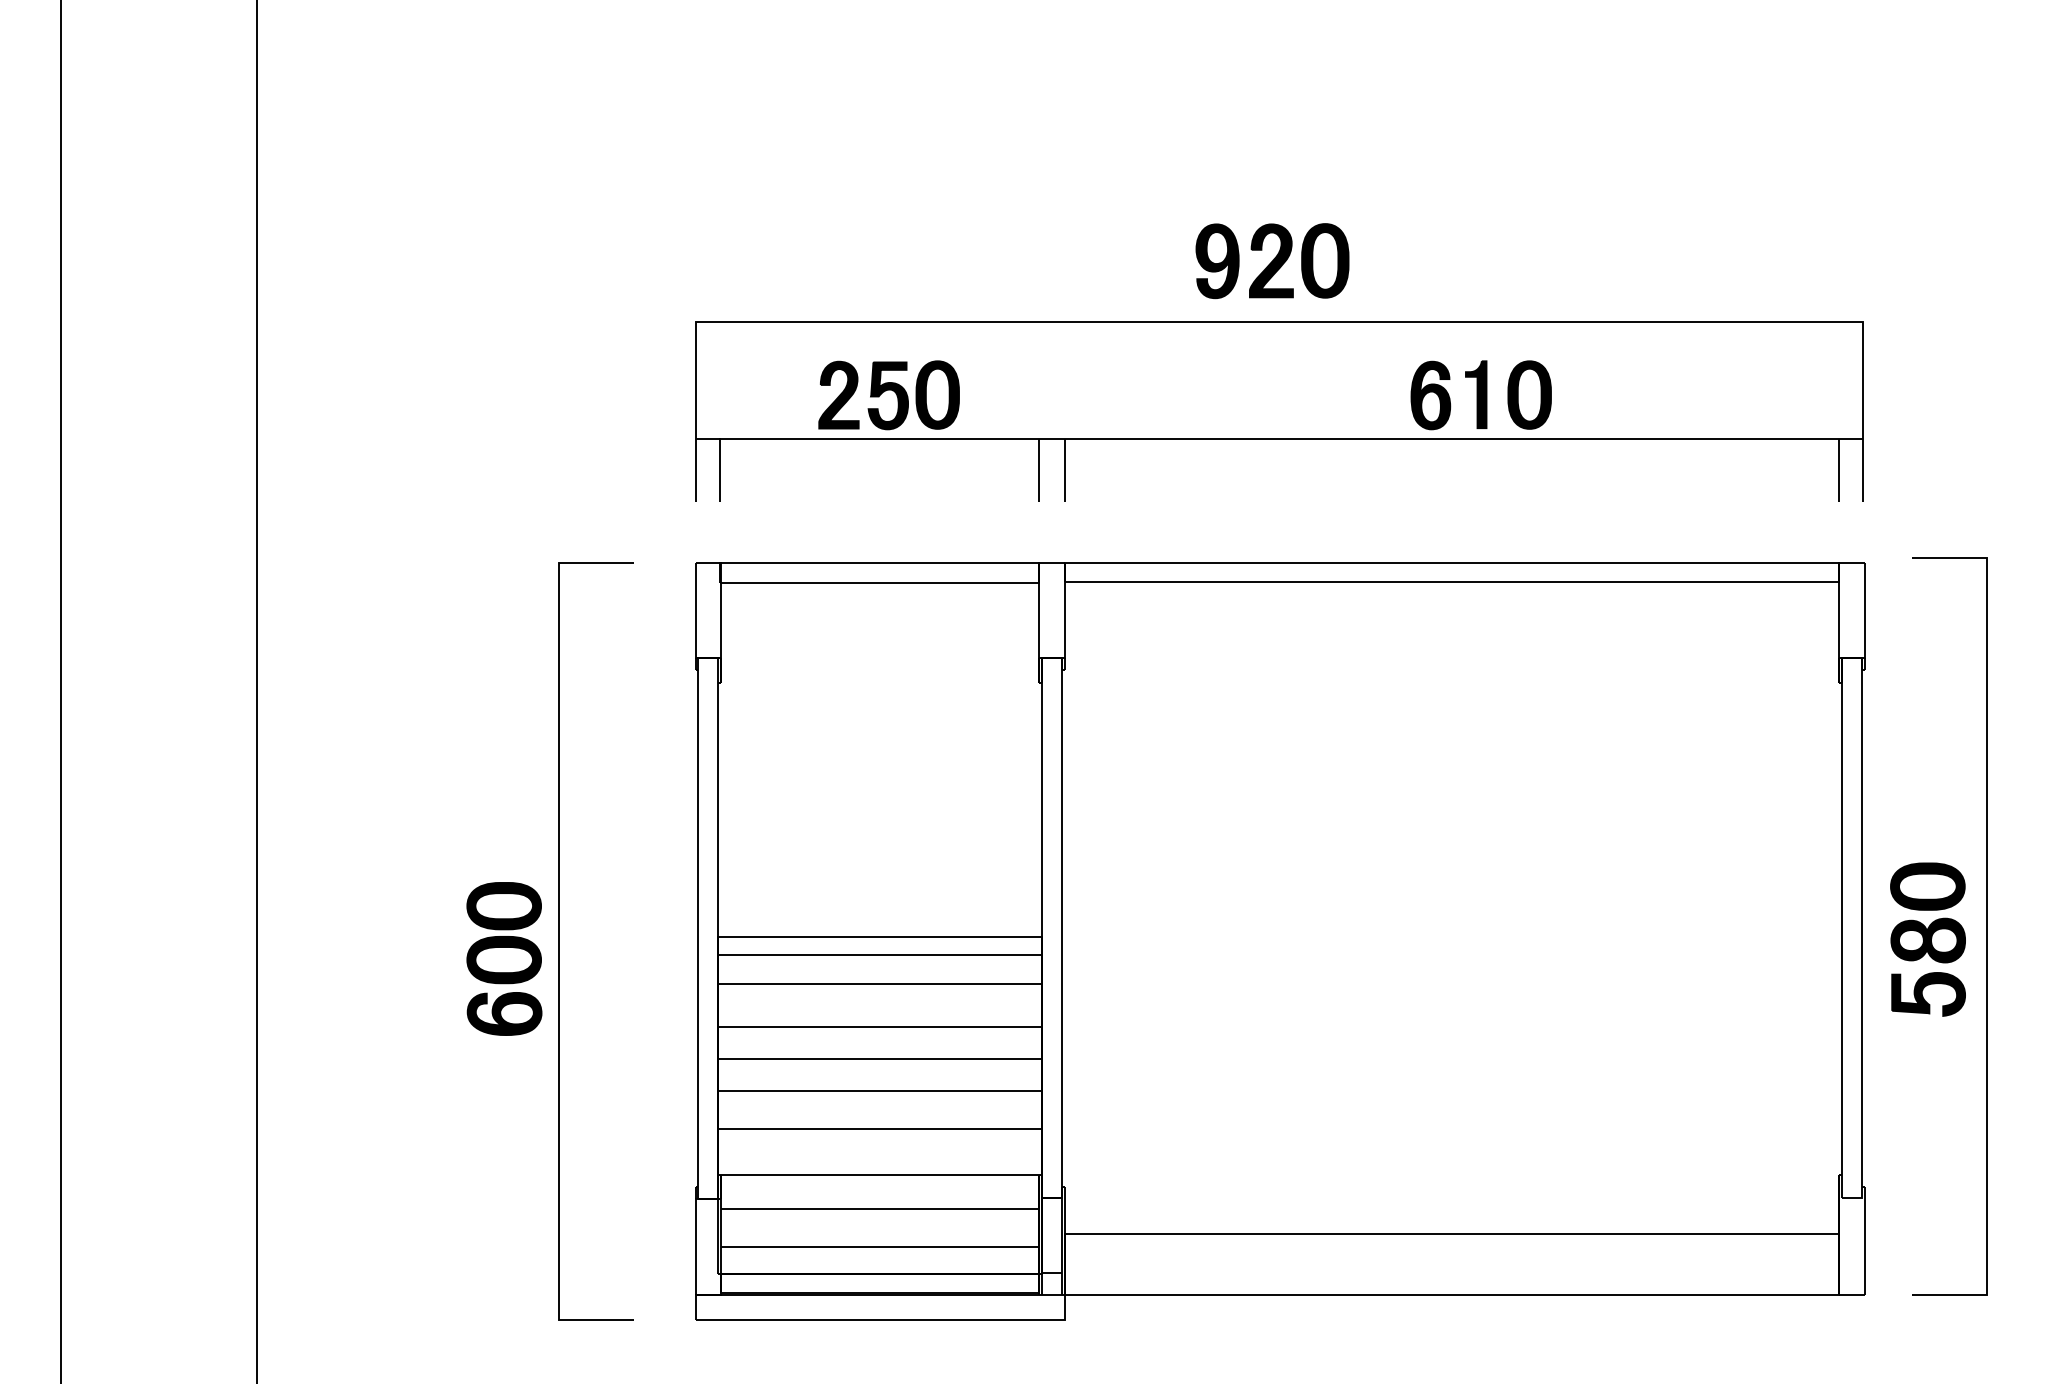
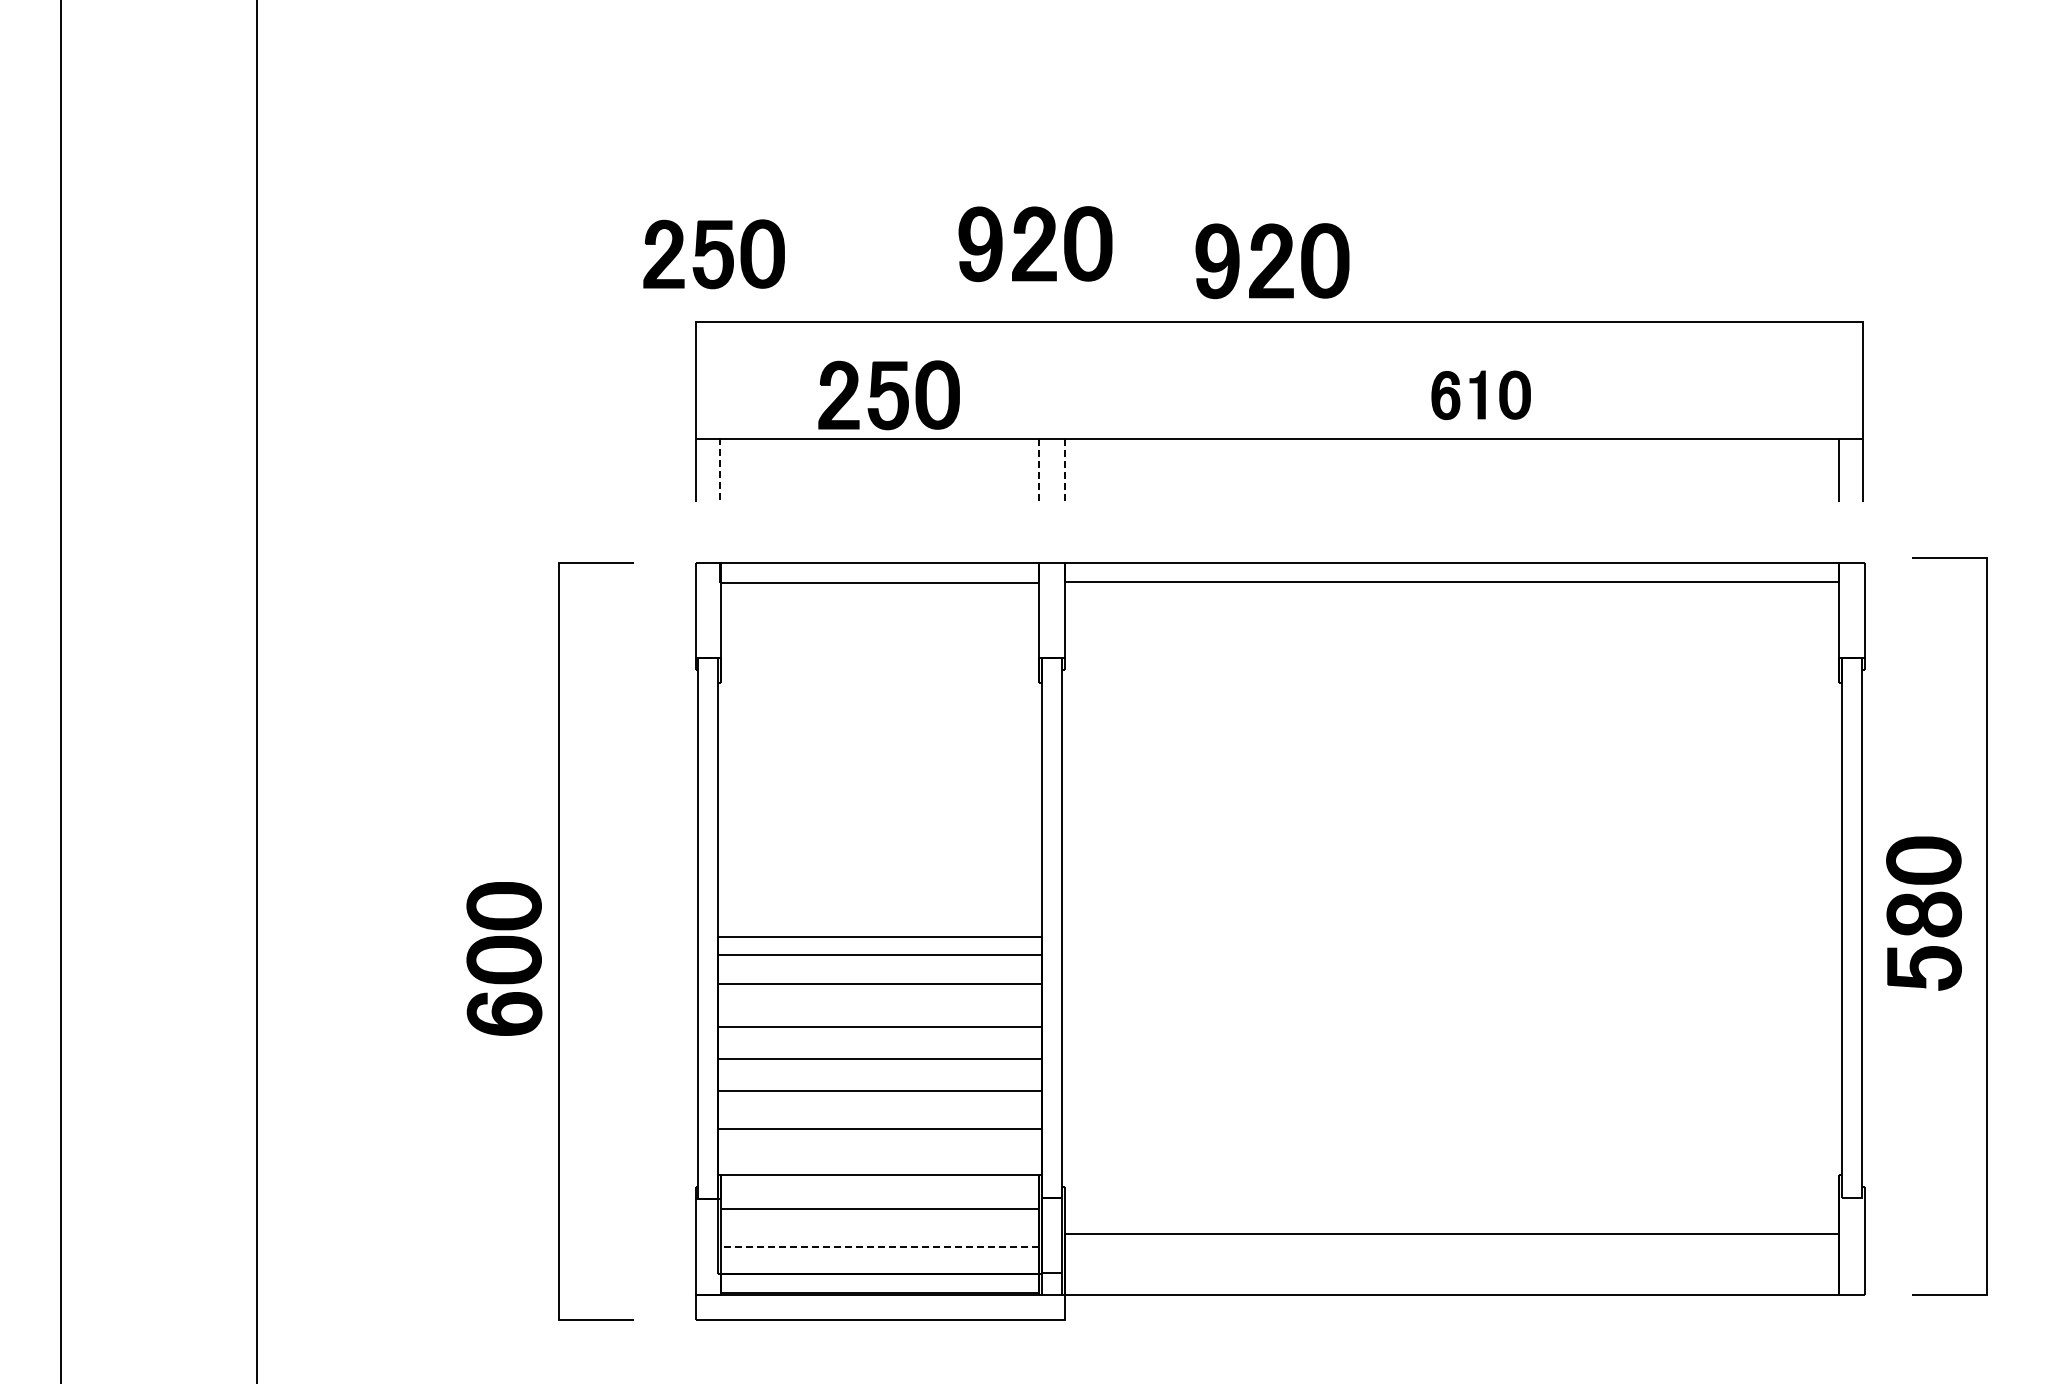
part at (1035, 244): none -> present
part at (713, 254): none -> present
part at (1480, 395) size: 142x71 px -> 100x51 px
line at (719, 470): solid -> dashed
line at (1039, 470): solid -> dashed
line at (1064, 470): solid -> dashed
part at (1927, 939) position: (1927, 939) -> (1923, 913)
line at (879, 1247): solid -> dashed
